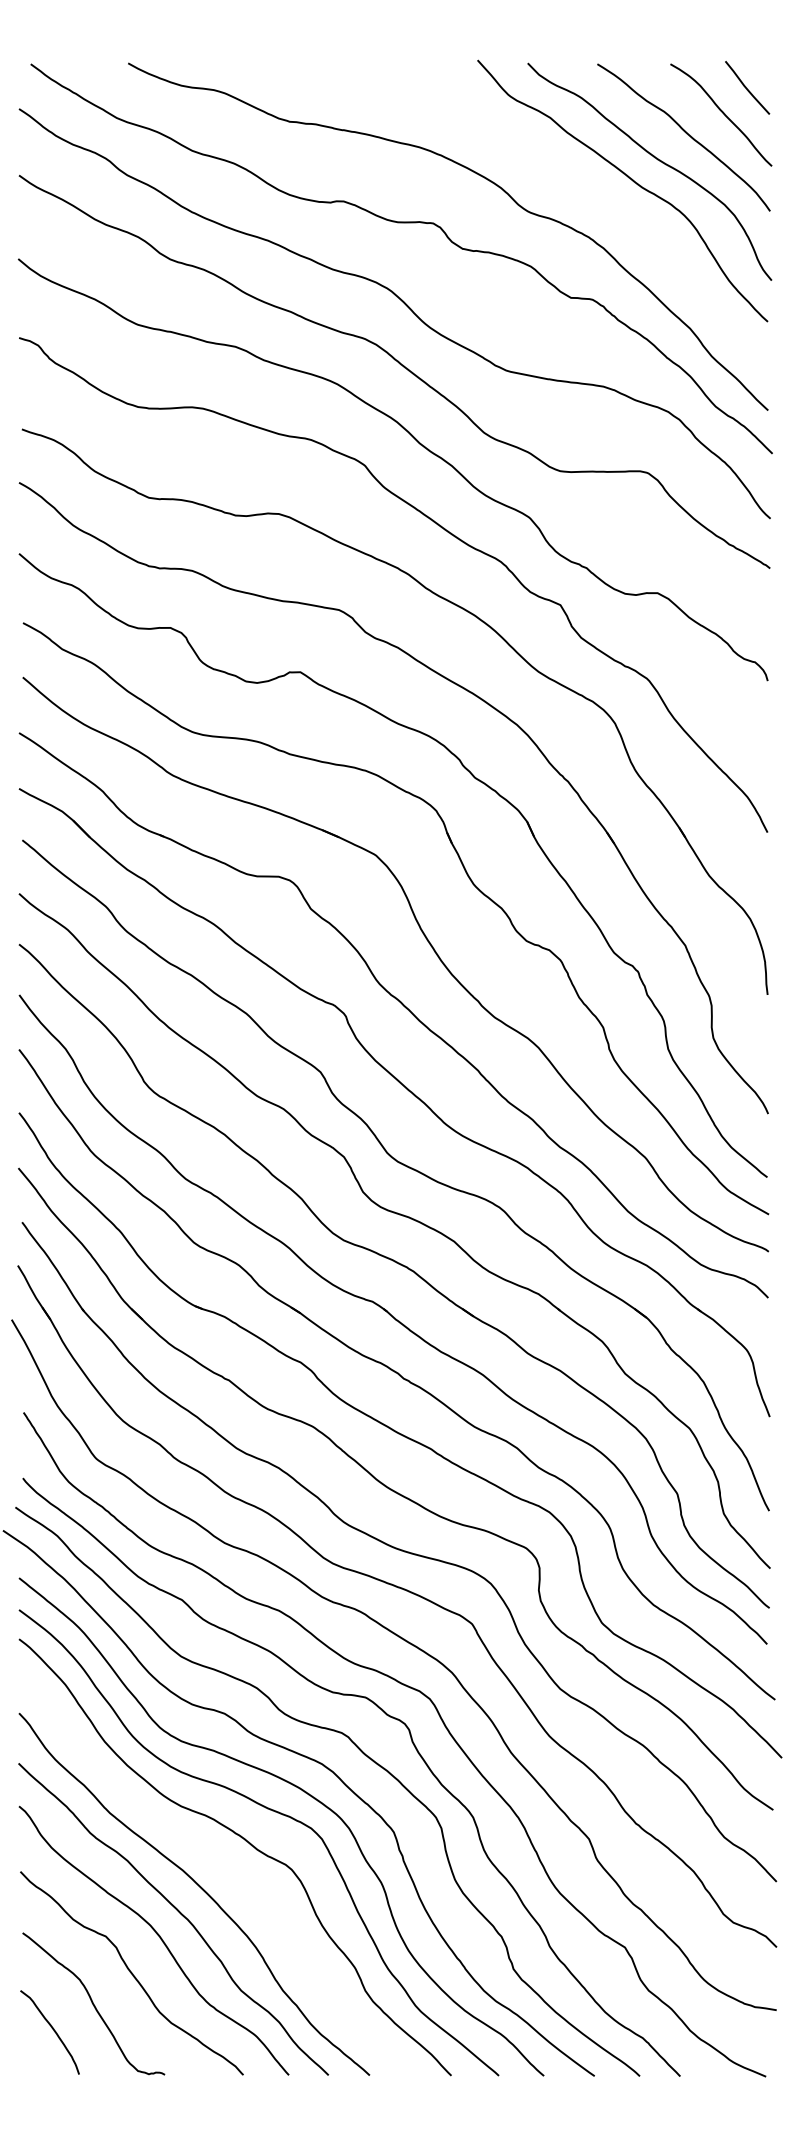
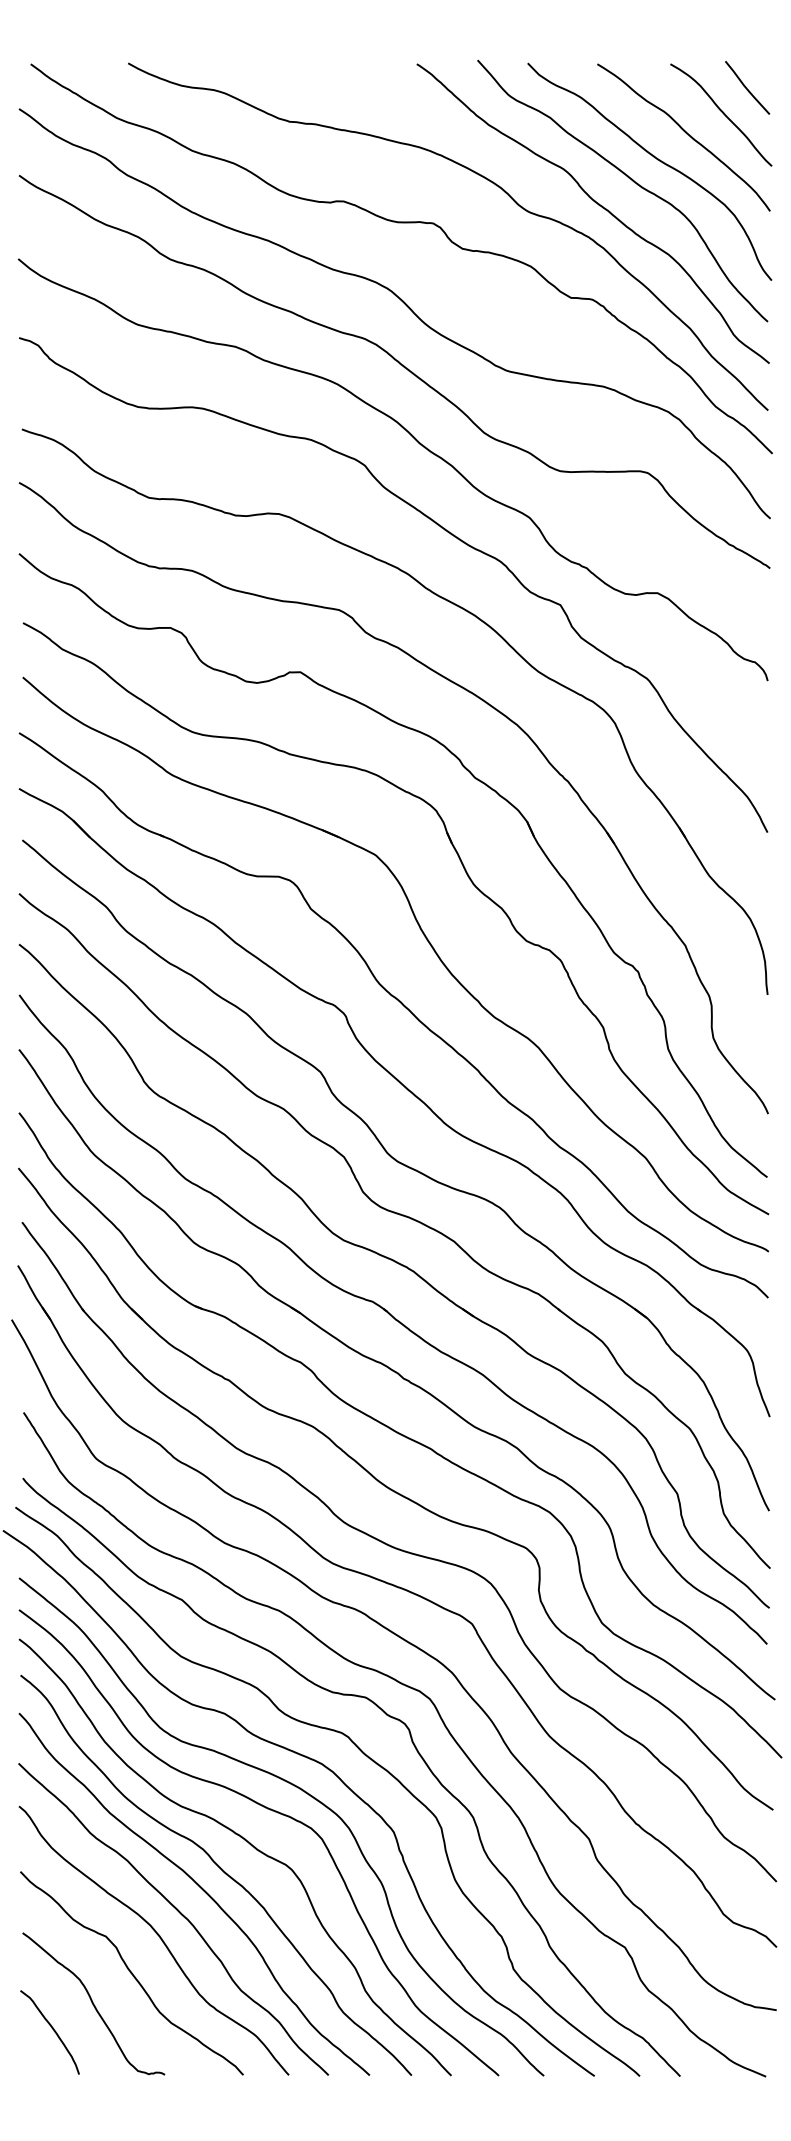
curve at (599, 206): none -> present
curve at (220, 1869): none -> present
